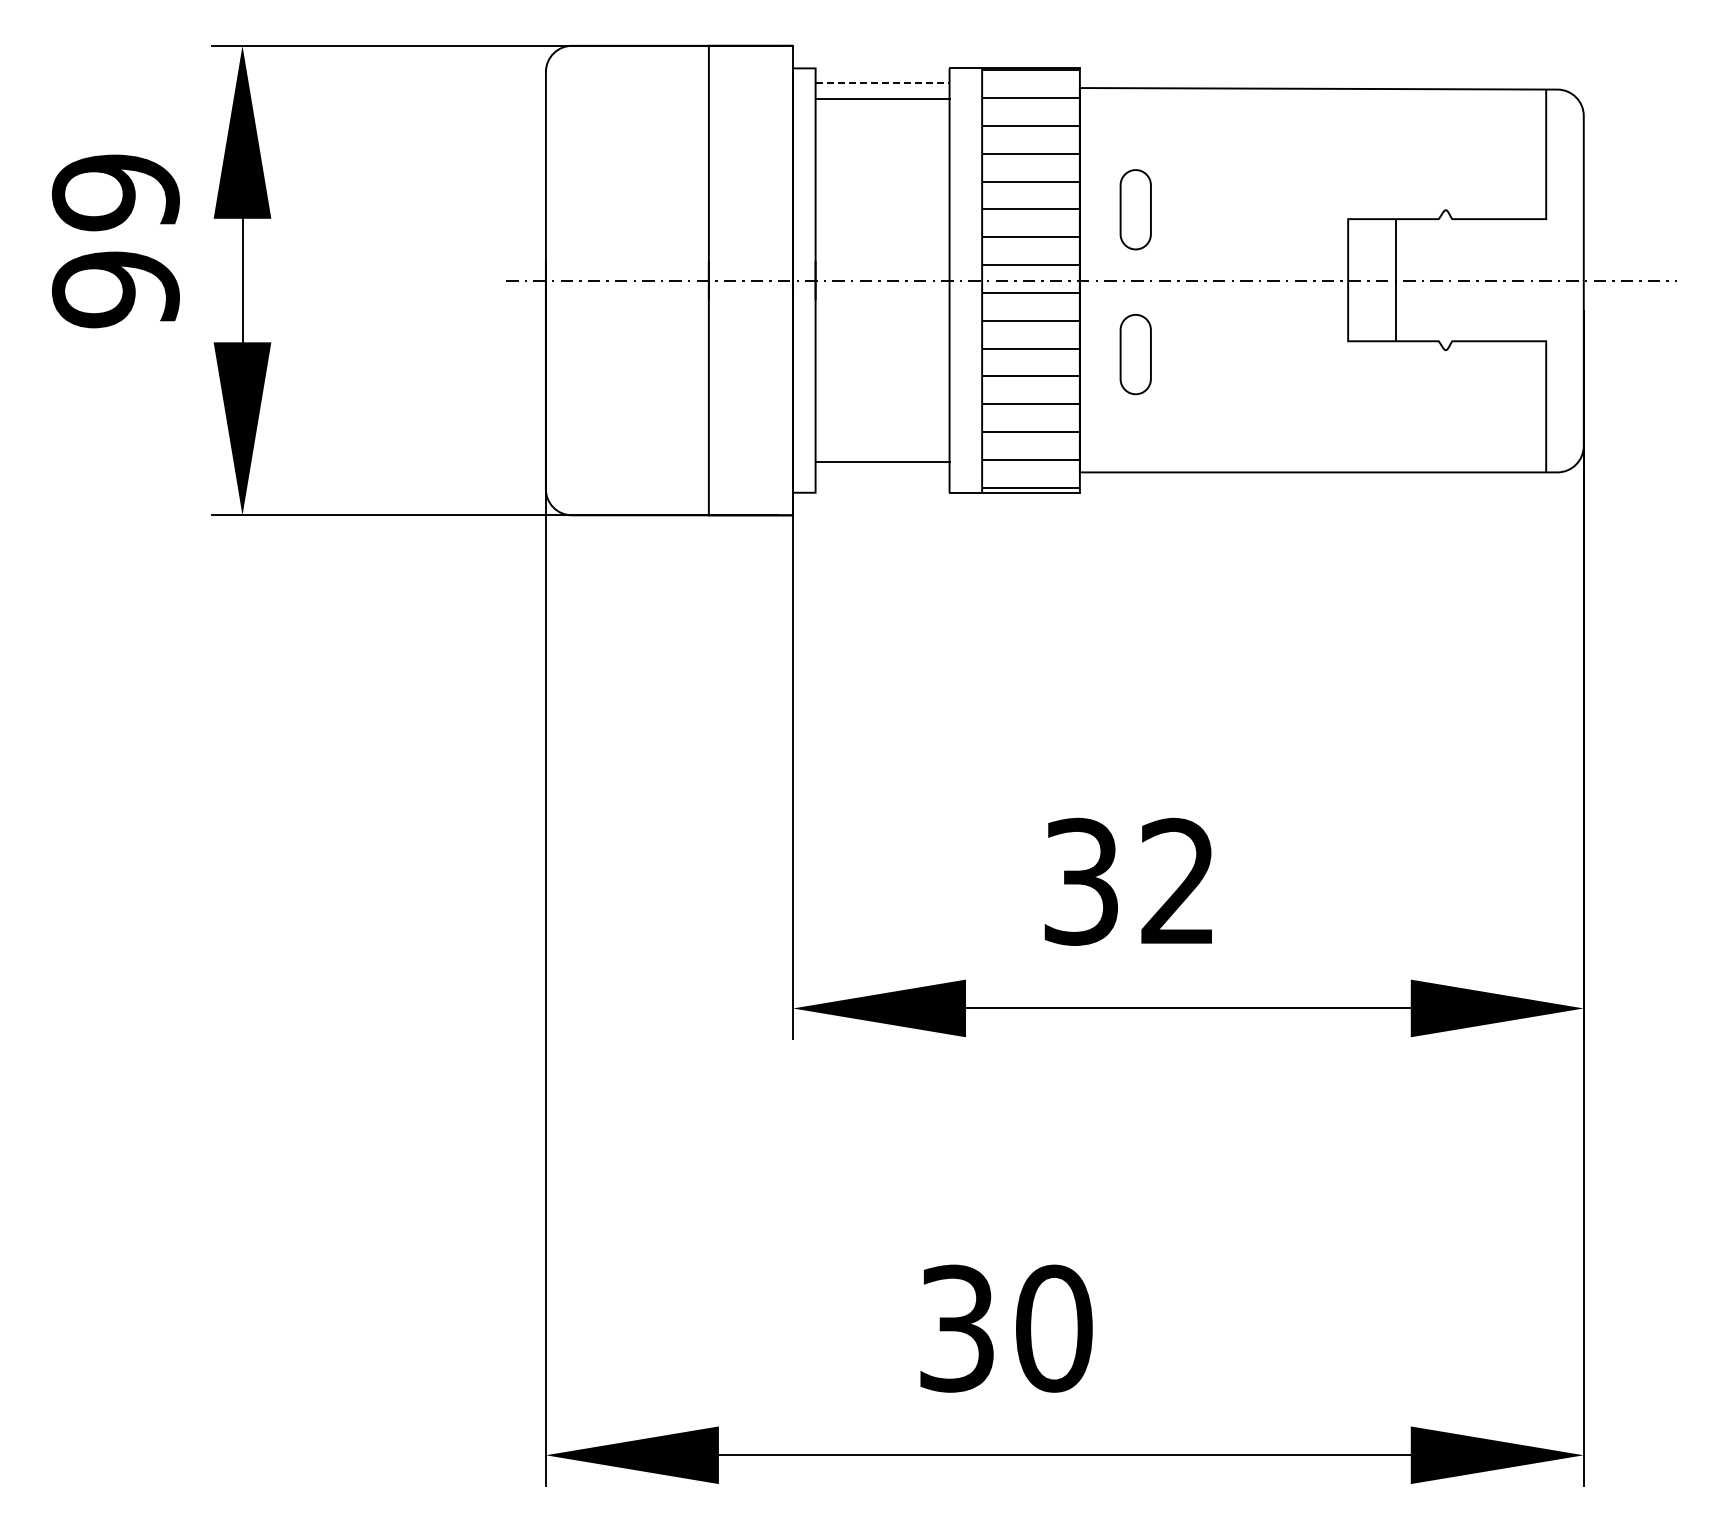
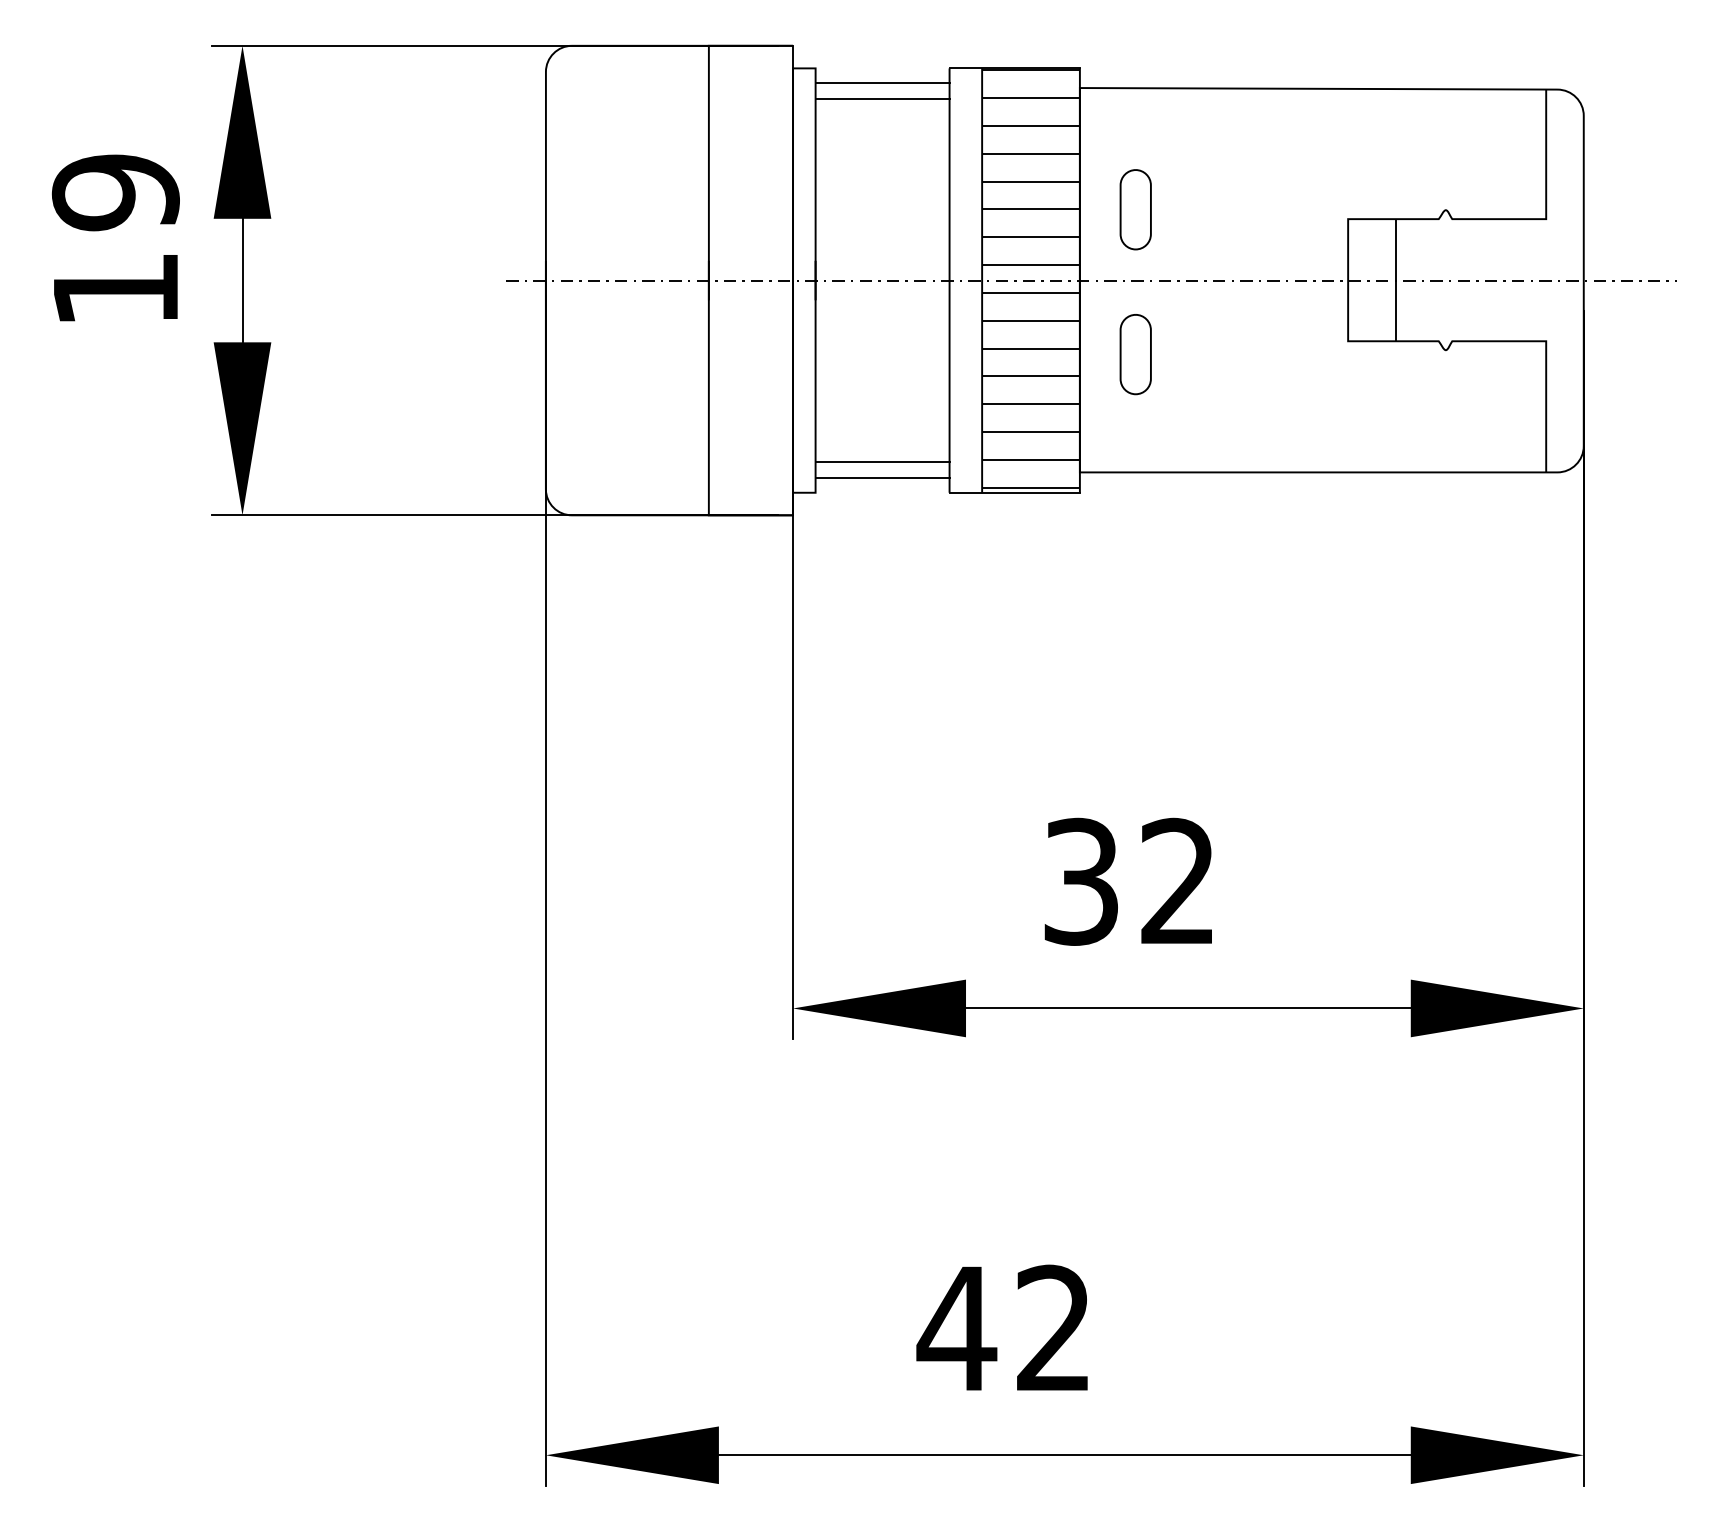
line at (882, 82): dashed -> solid
text at (115, 289): 99 -> 19
line at (882, 478): none -> present
text at (1004, 1328): 30 -> 42
